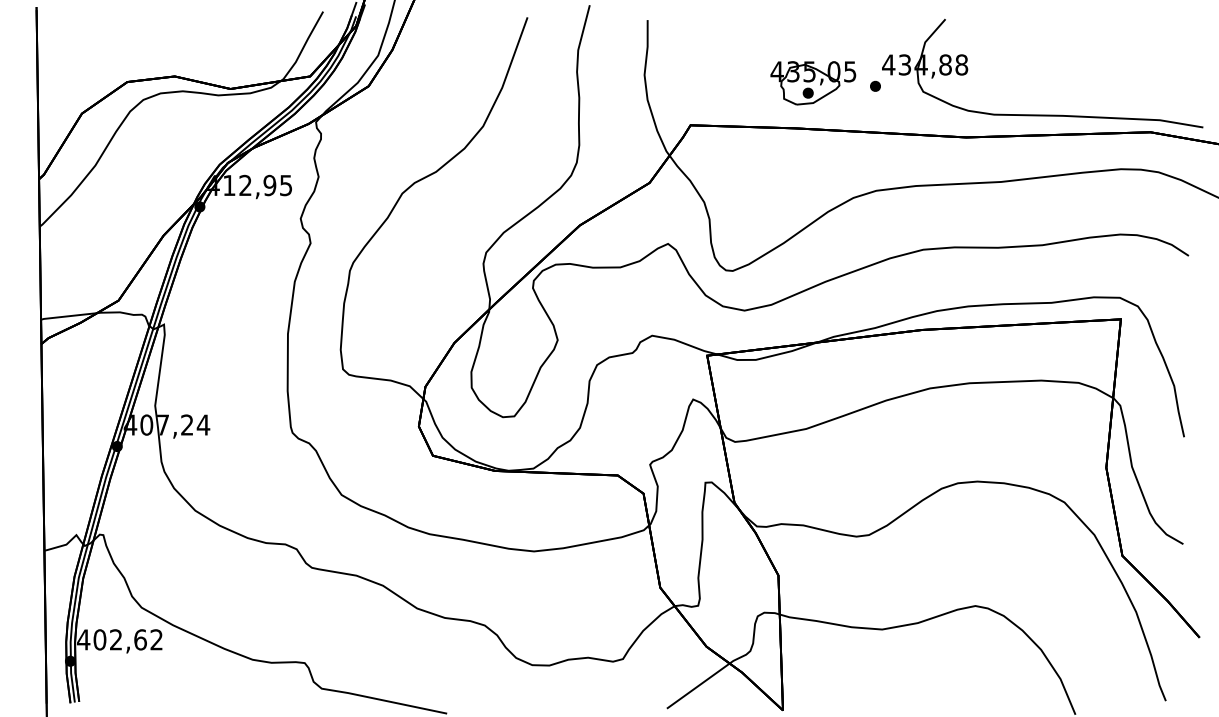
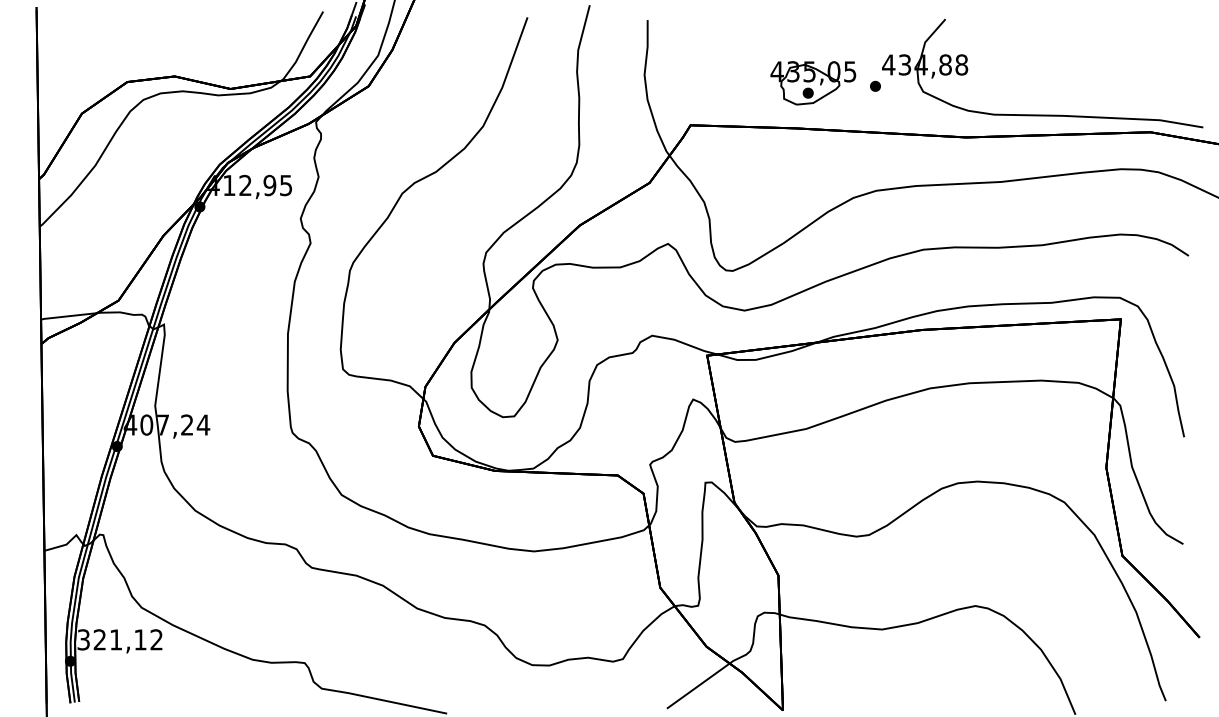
text at (111, 639): 402,62 -> 321,12
